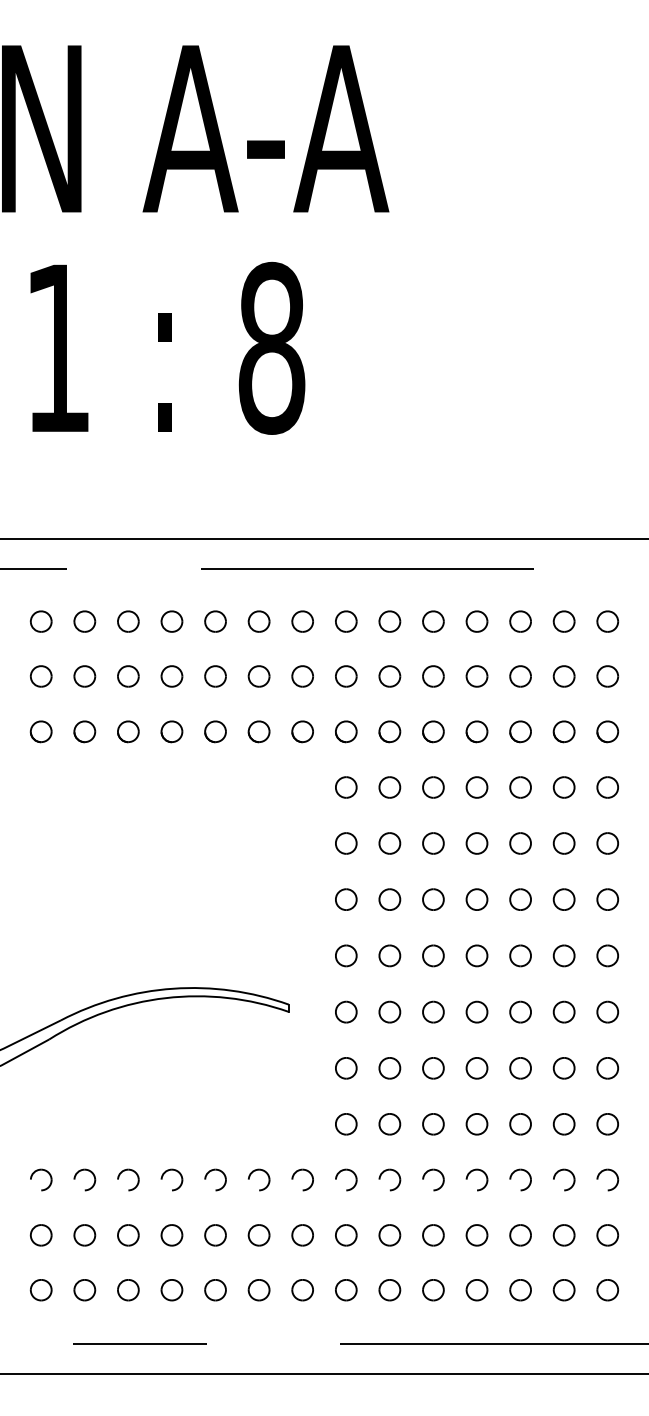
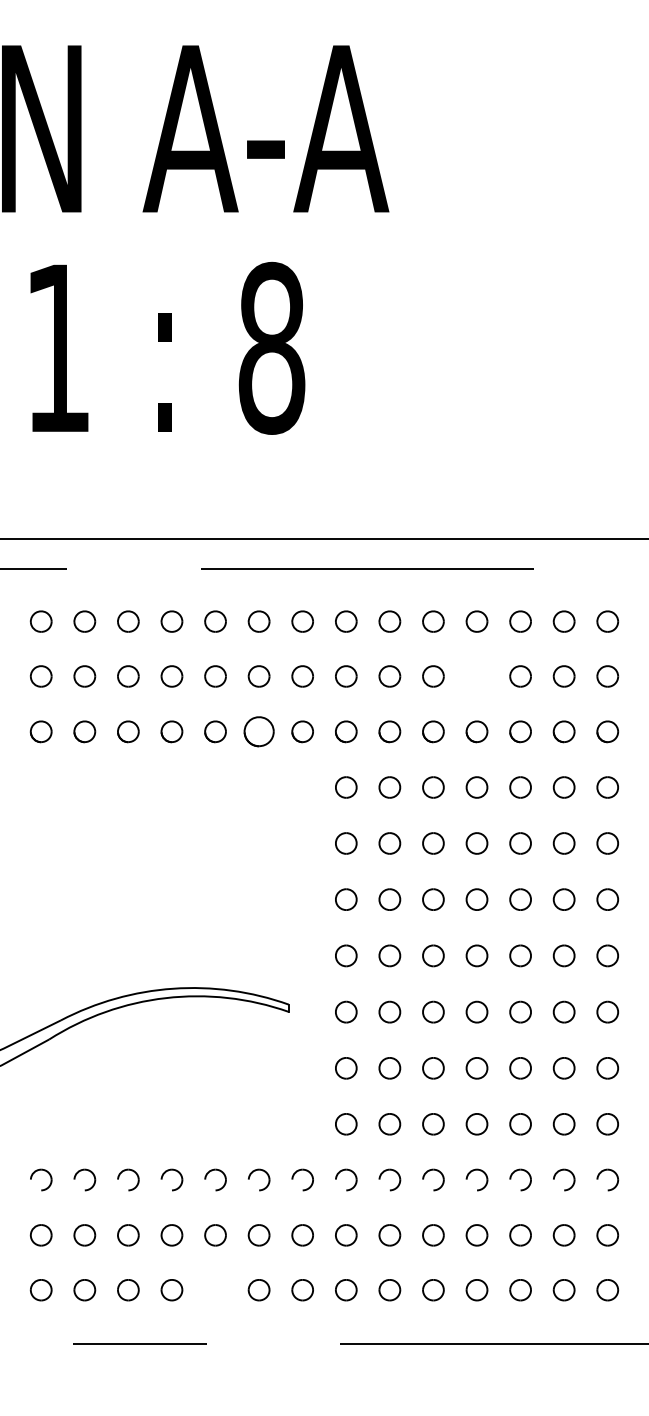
part at (476, 676): present -> none
part at (258, 731) size: 24x24 px -> 32x32 px
part at (215, 1290): present -> none
line at (323, 1373): present -> none
